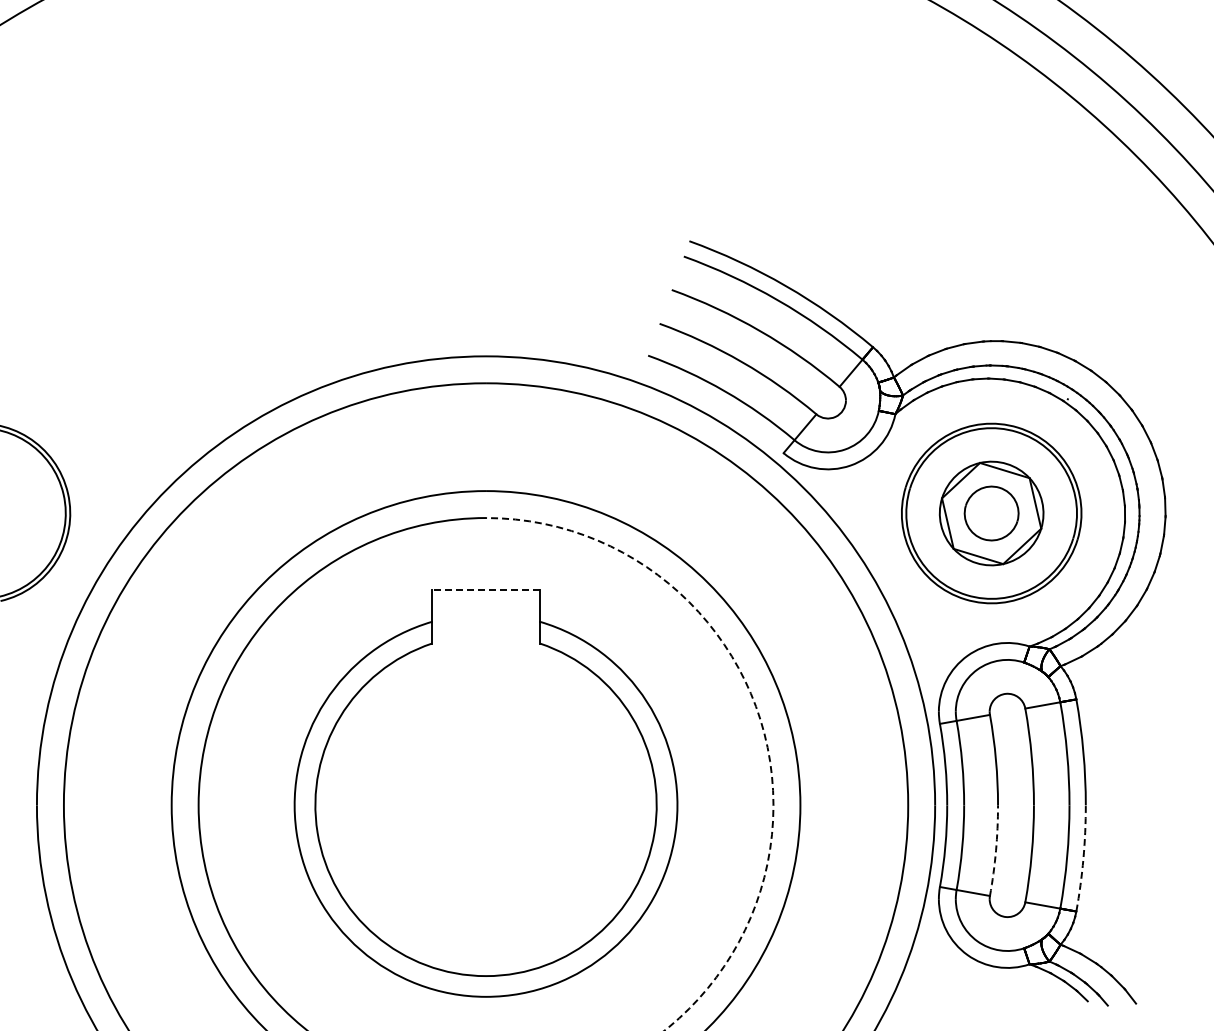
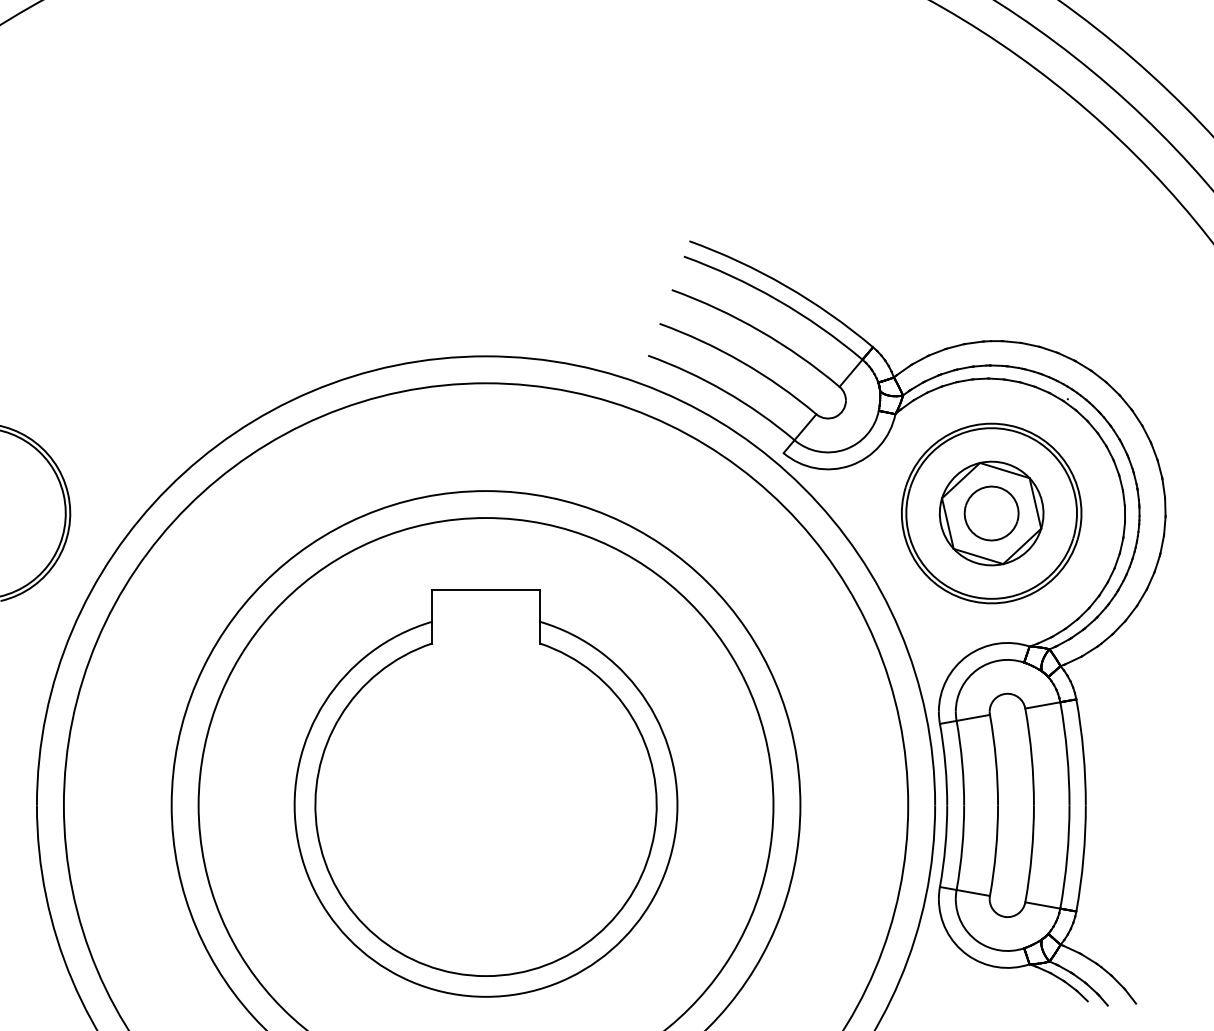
line at (486, 589): dashed -> solid
arc at (757, 711): dashed -> solid
arc at (996, 850): dashed -> solid
arc at (1083, 858): dashed -> solid
